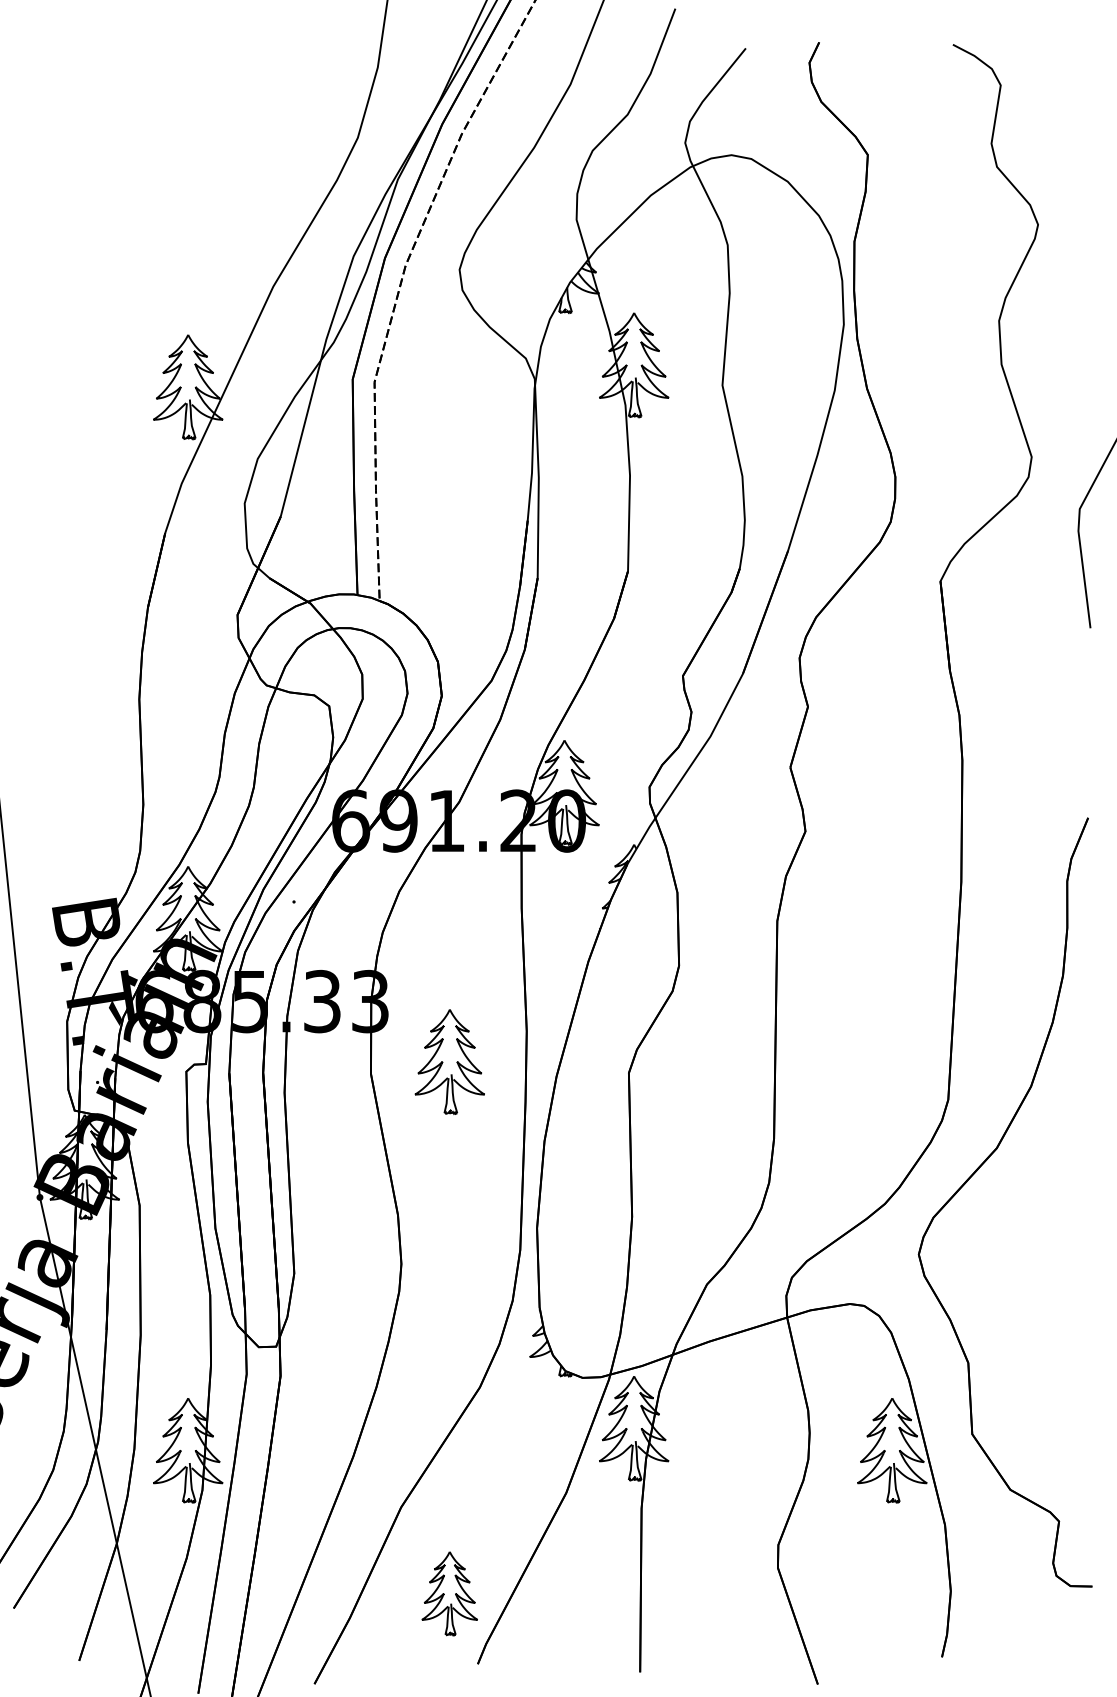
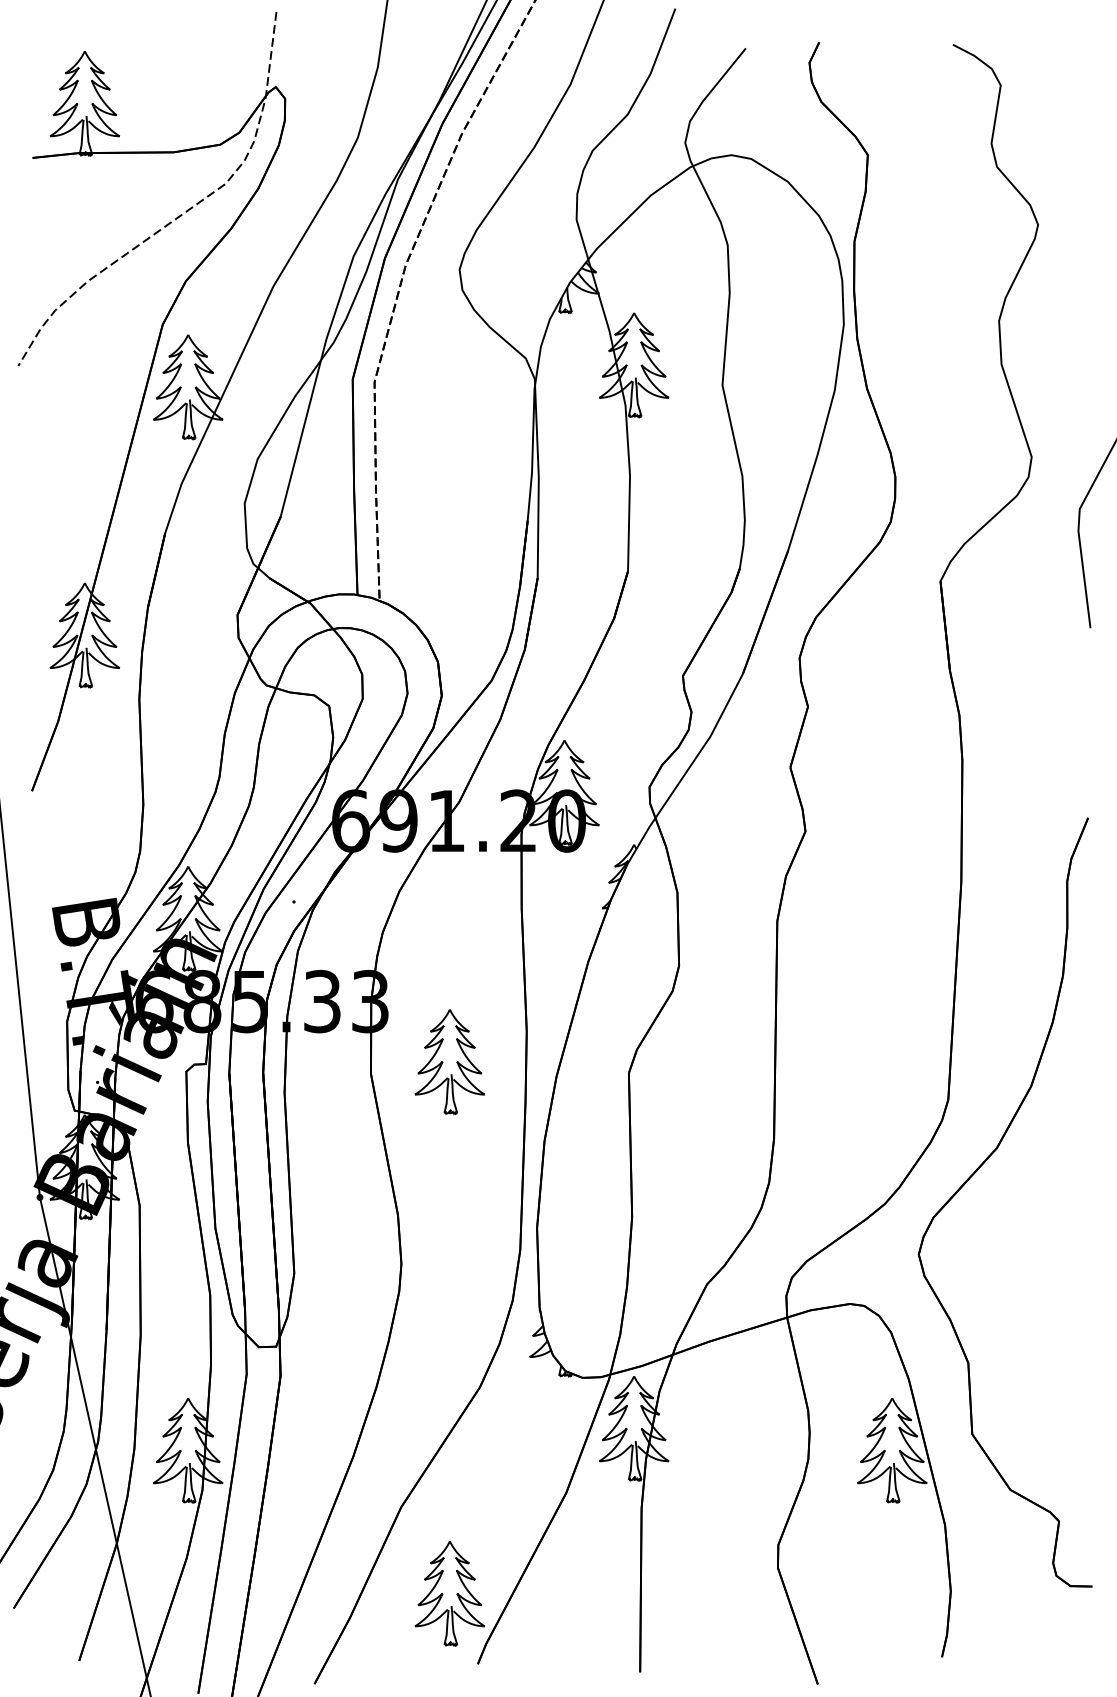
part at (144, 398): none -> present
part at (449, 1593) size: 57x86 px -> 71x106 px
